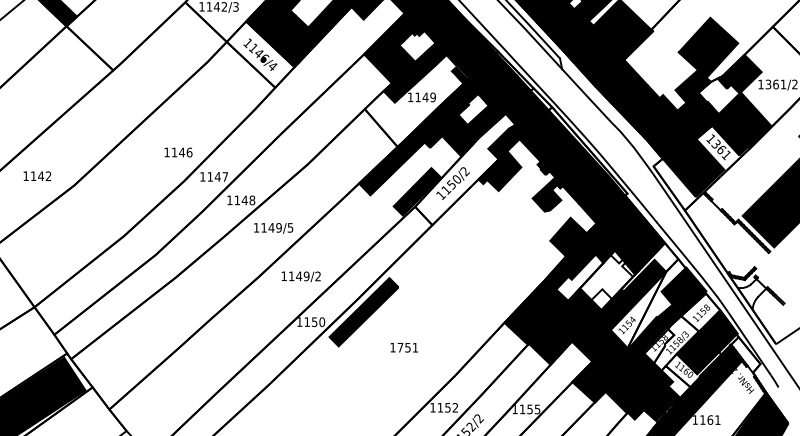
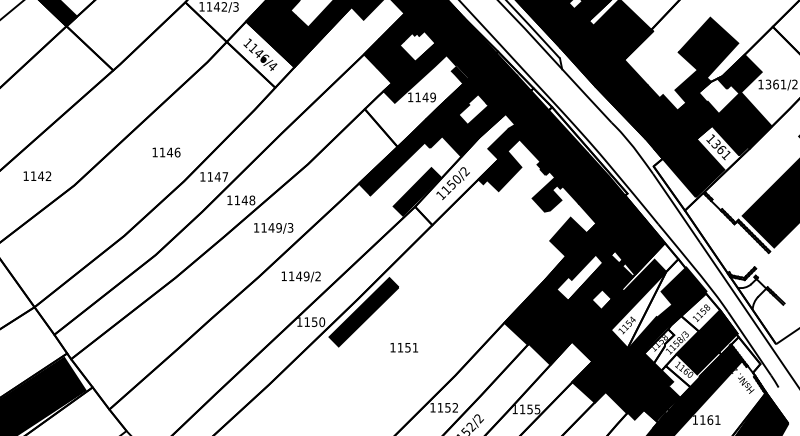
text at (178, 152) position: (178, 152) -> (166, 152)
text at (290, 227): 1149/5 -> 1149/3
fill at (606, 277): none -> present
text at (400, 347): 1751 -> 1151
